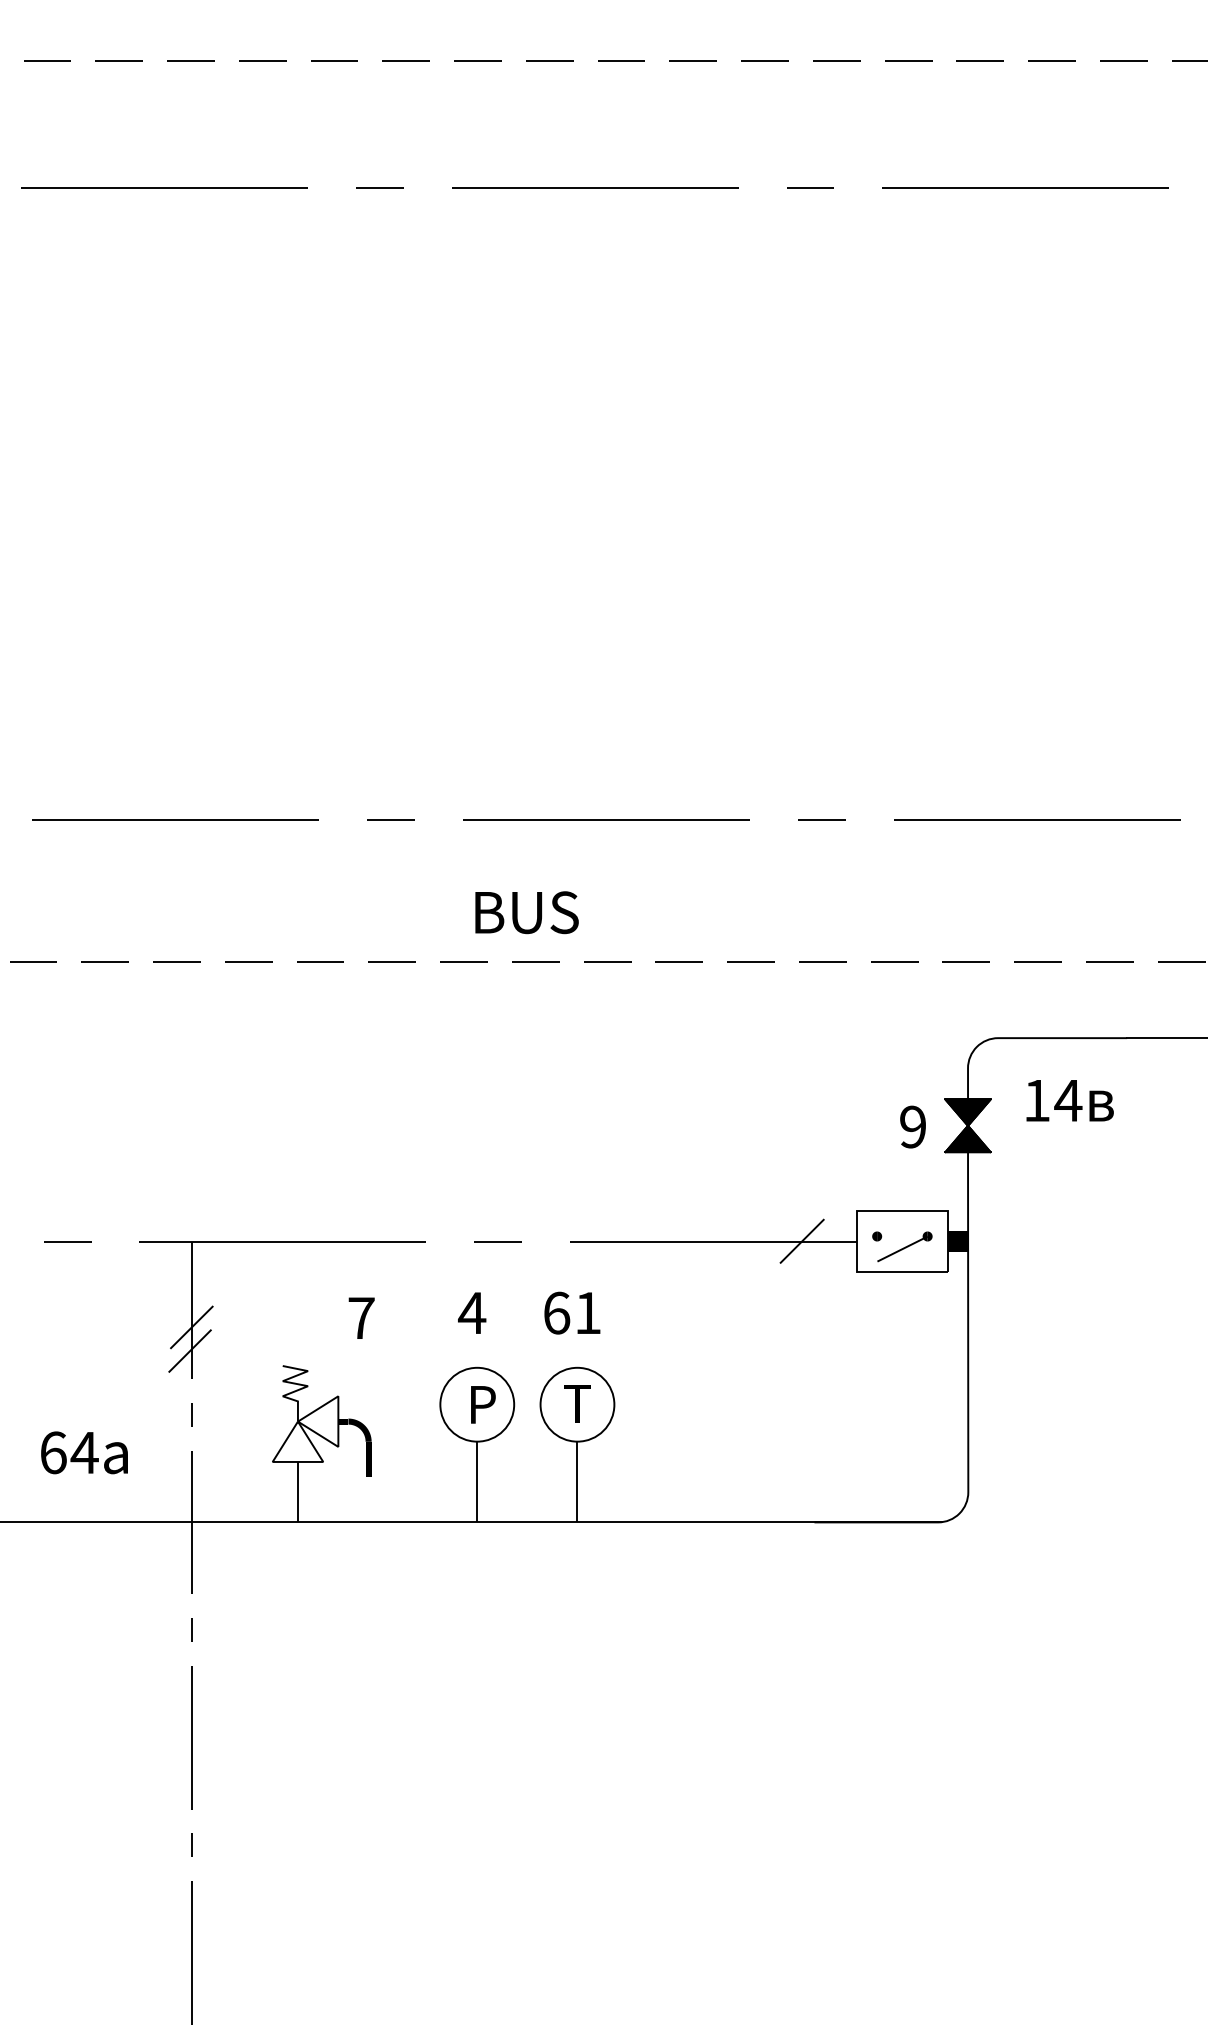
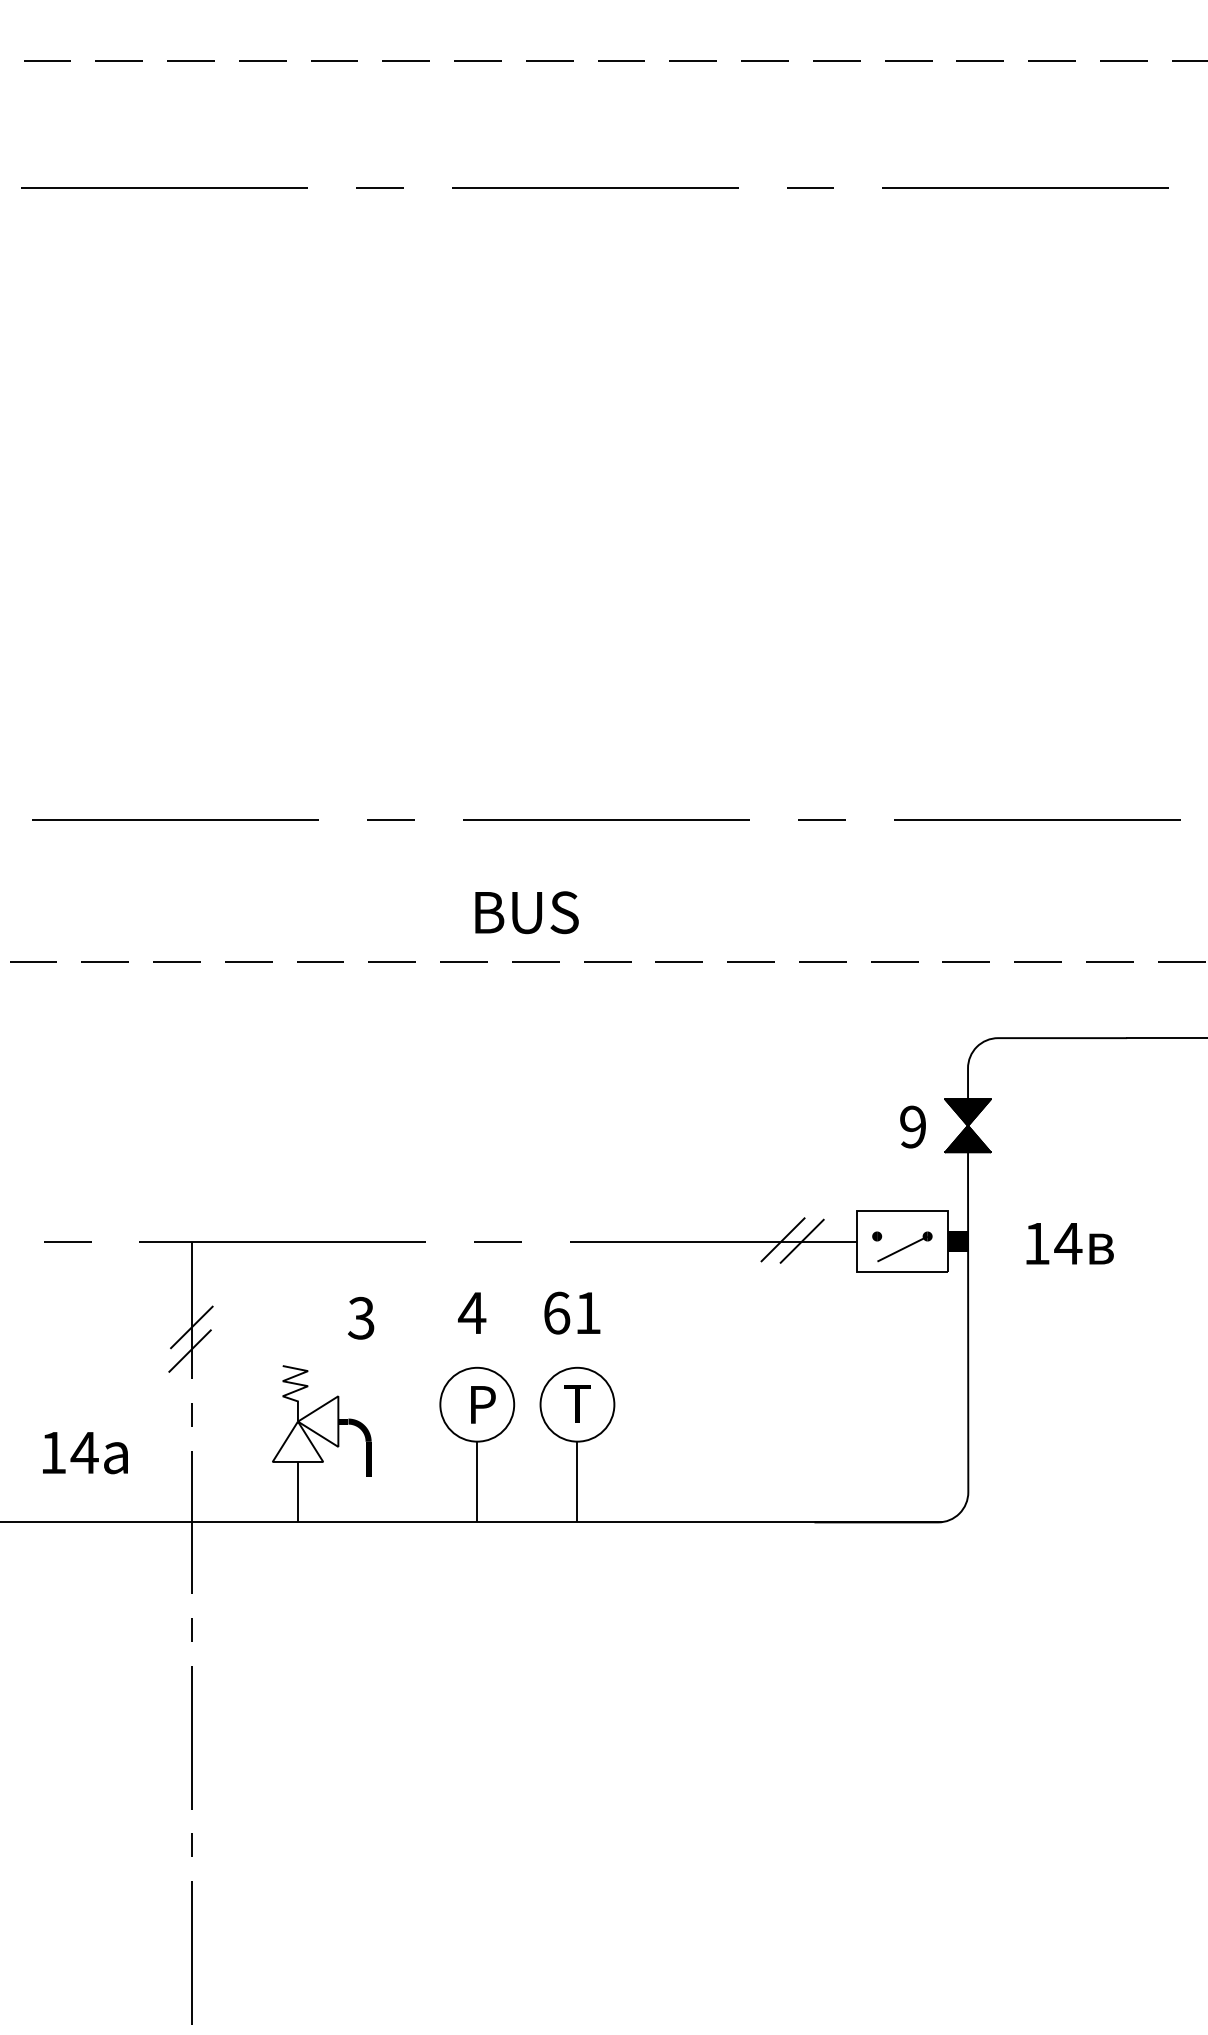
text at (1069, 1100) position: (1069, 1100) -> (1069, 1243)
line at (782, 1239): none -> present
text at (361, 1317): 7 -> 3
text at (53, 1452): 64 -> 14
